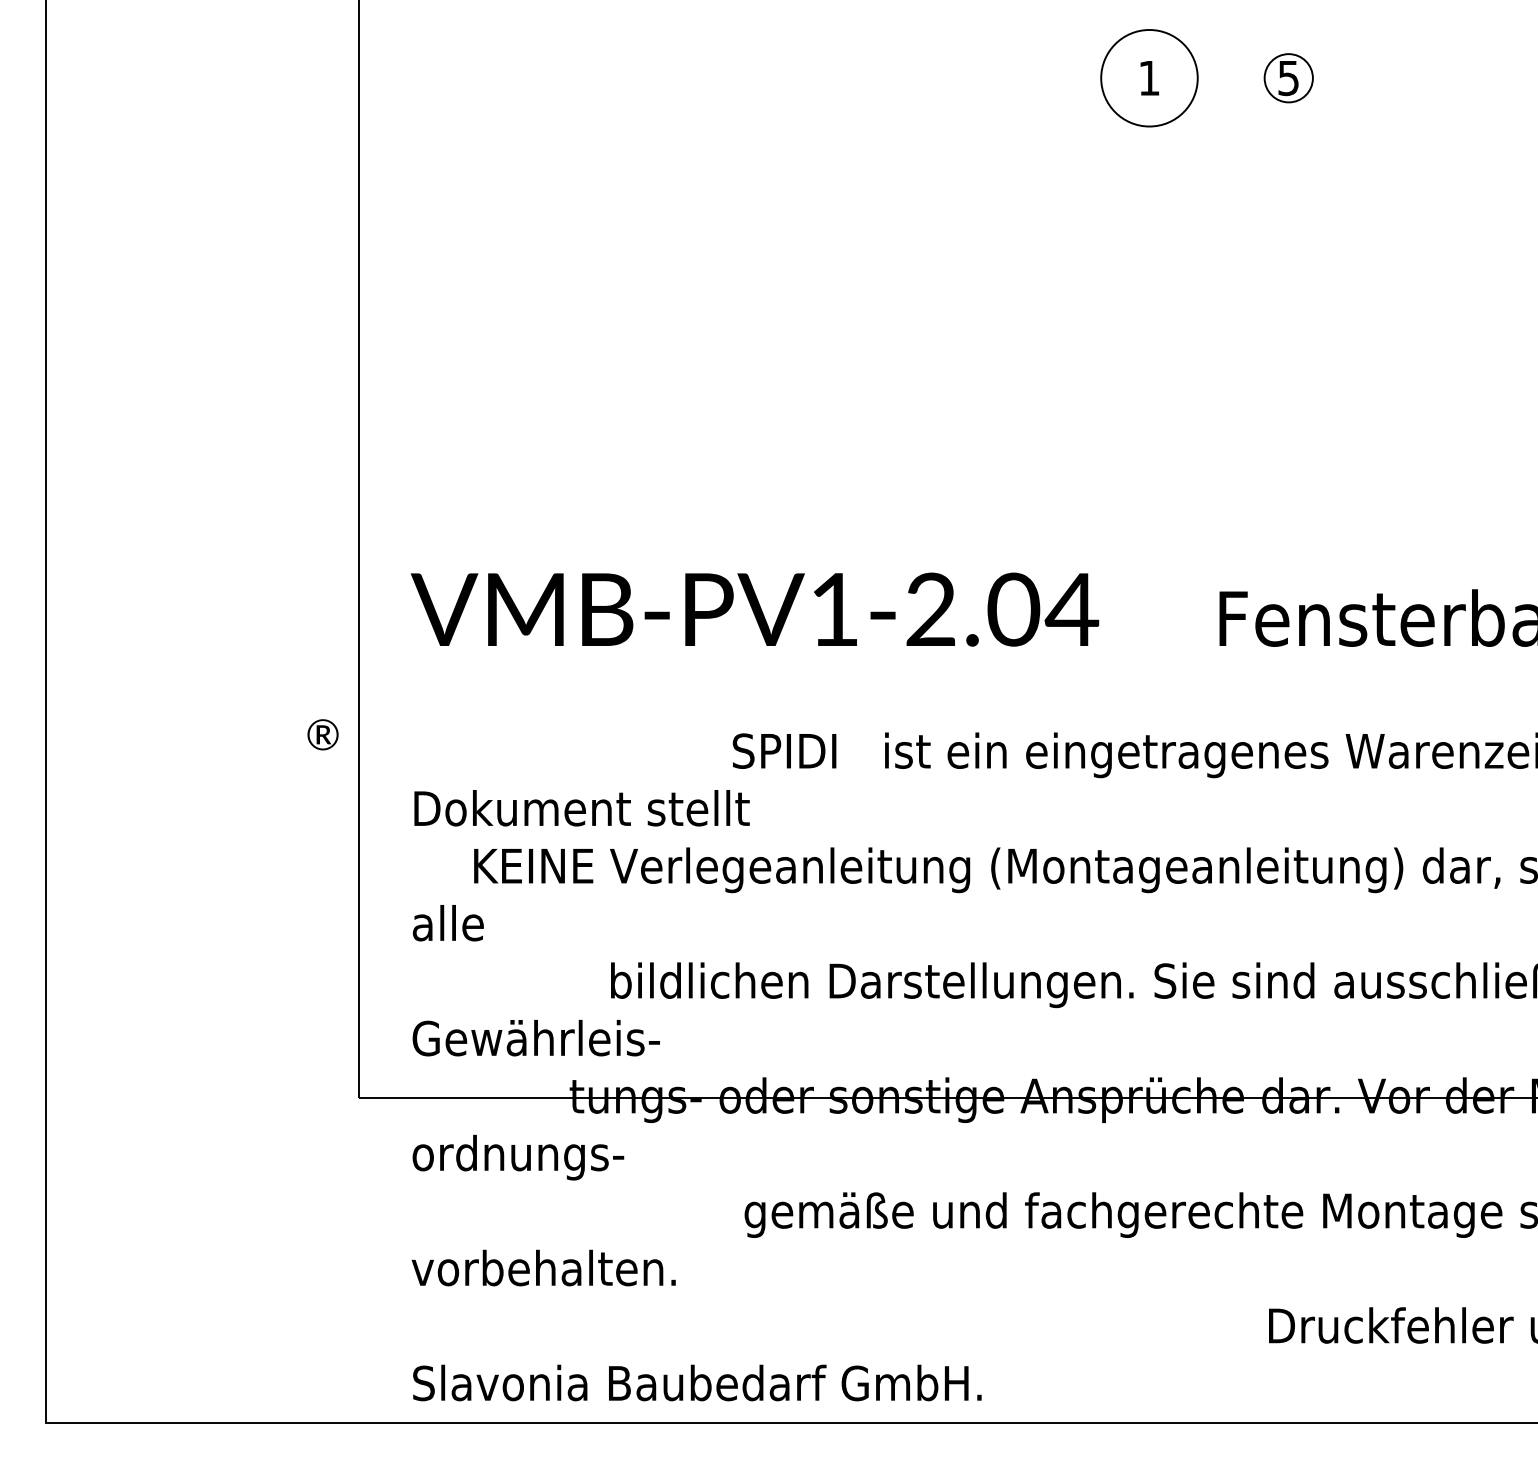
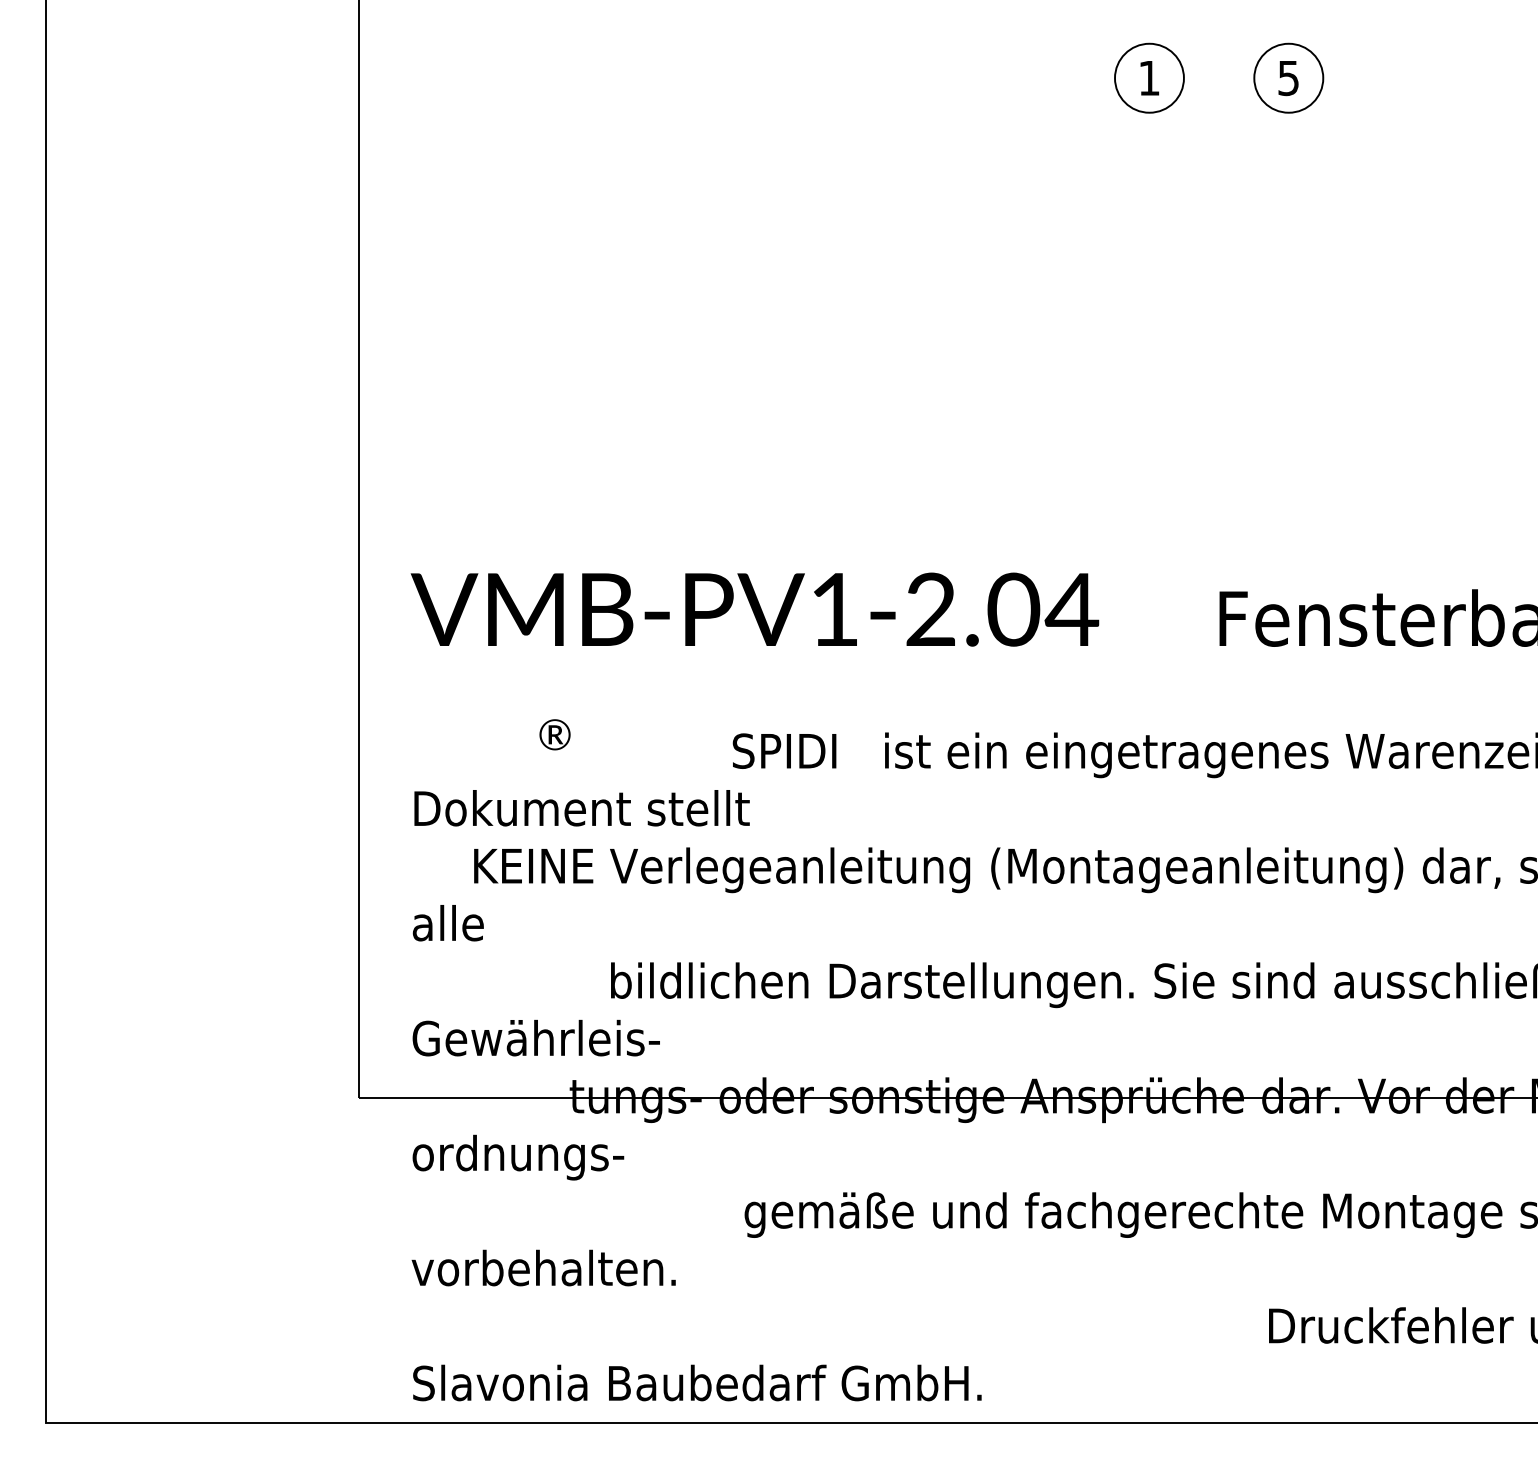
circle at (1149, 77) diameter: 97 px -> 69 px
circle at (1288, 78) diameter: 48 px -> 69 px
text at (322, 734) position: (322, 734) -> (554, 734)
